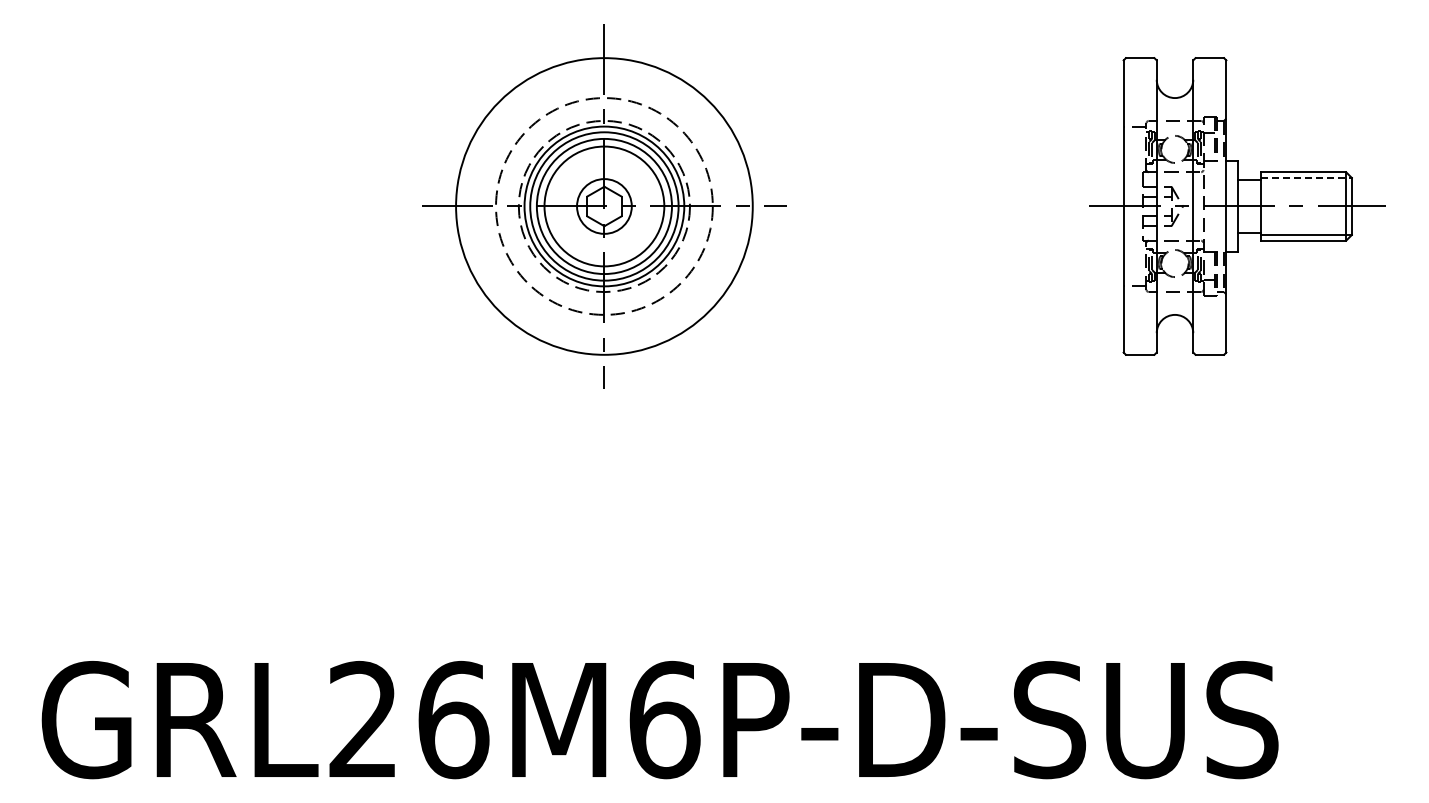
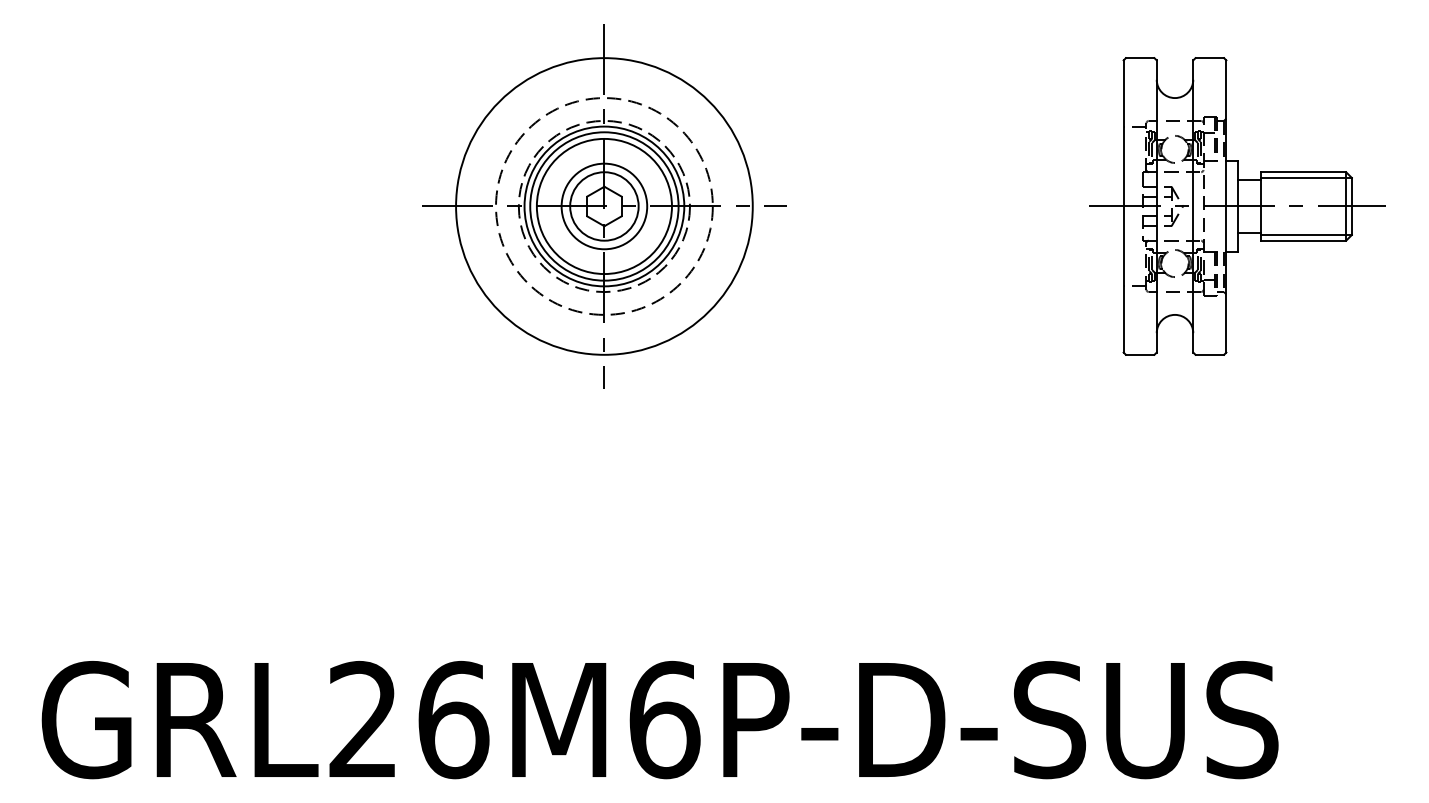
line at (1306, 178): dashed -> solid
circle at (604, 206) diameter: 120 px -> 86 px
circle at (604, 206) diameter: 55 px -> 68 px
